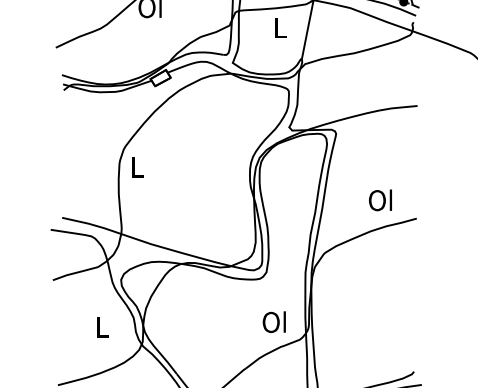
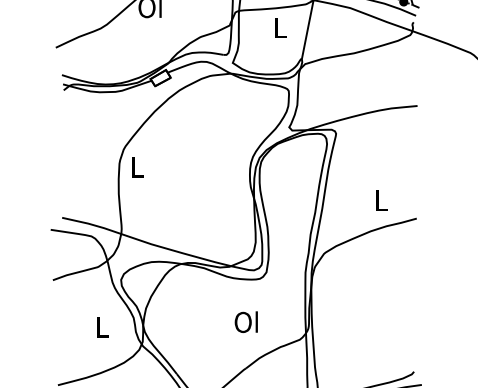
text at (379, 200): Ol -> L
text at (273, 321) position: (273, 321) -> (245, 321)
